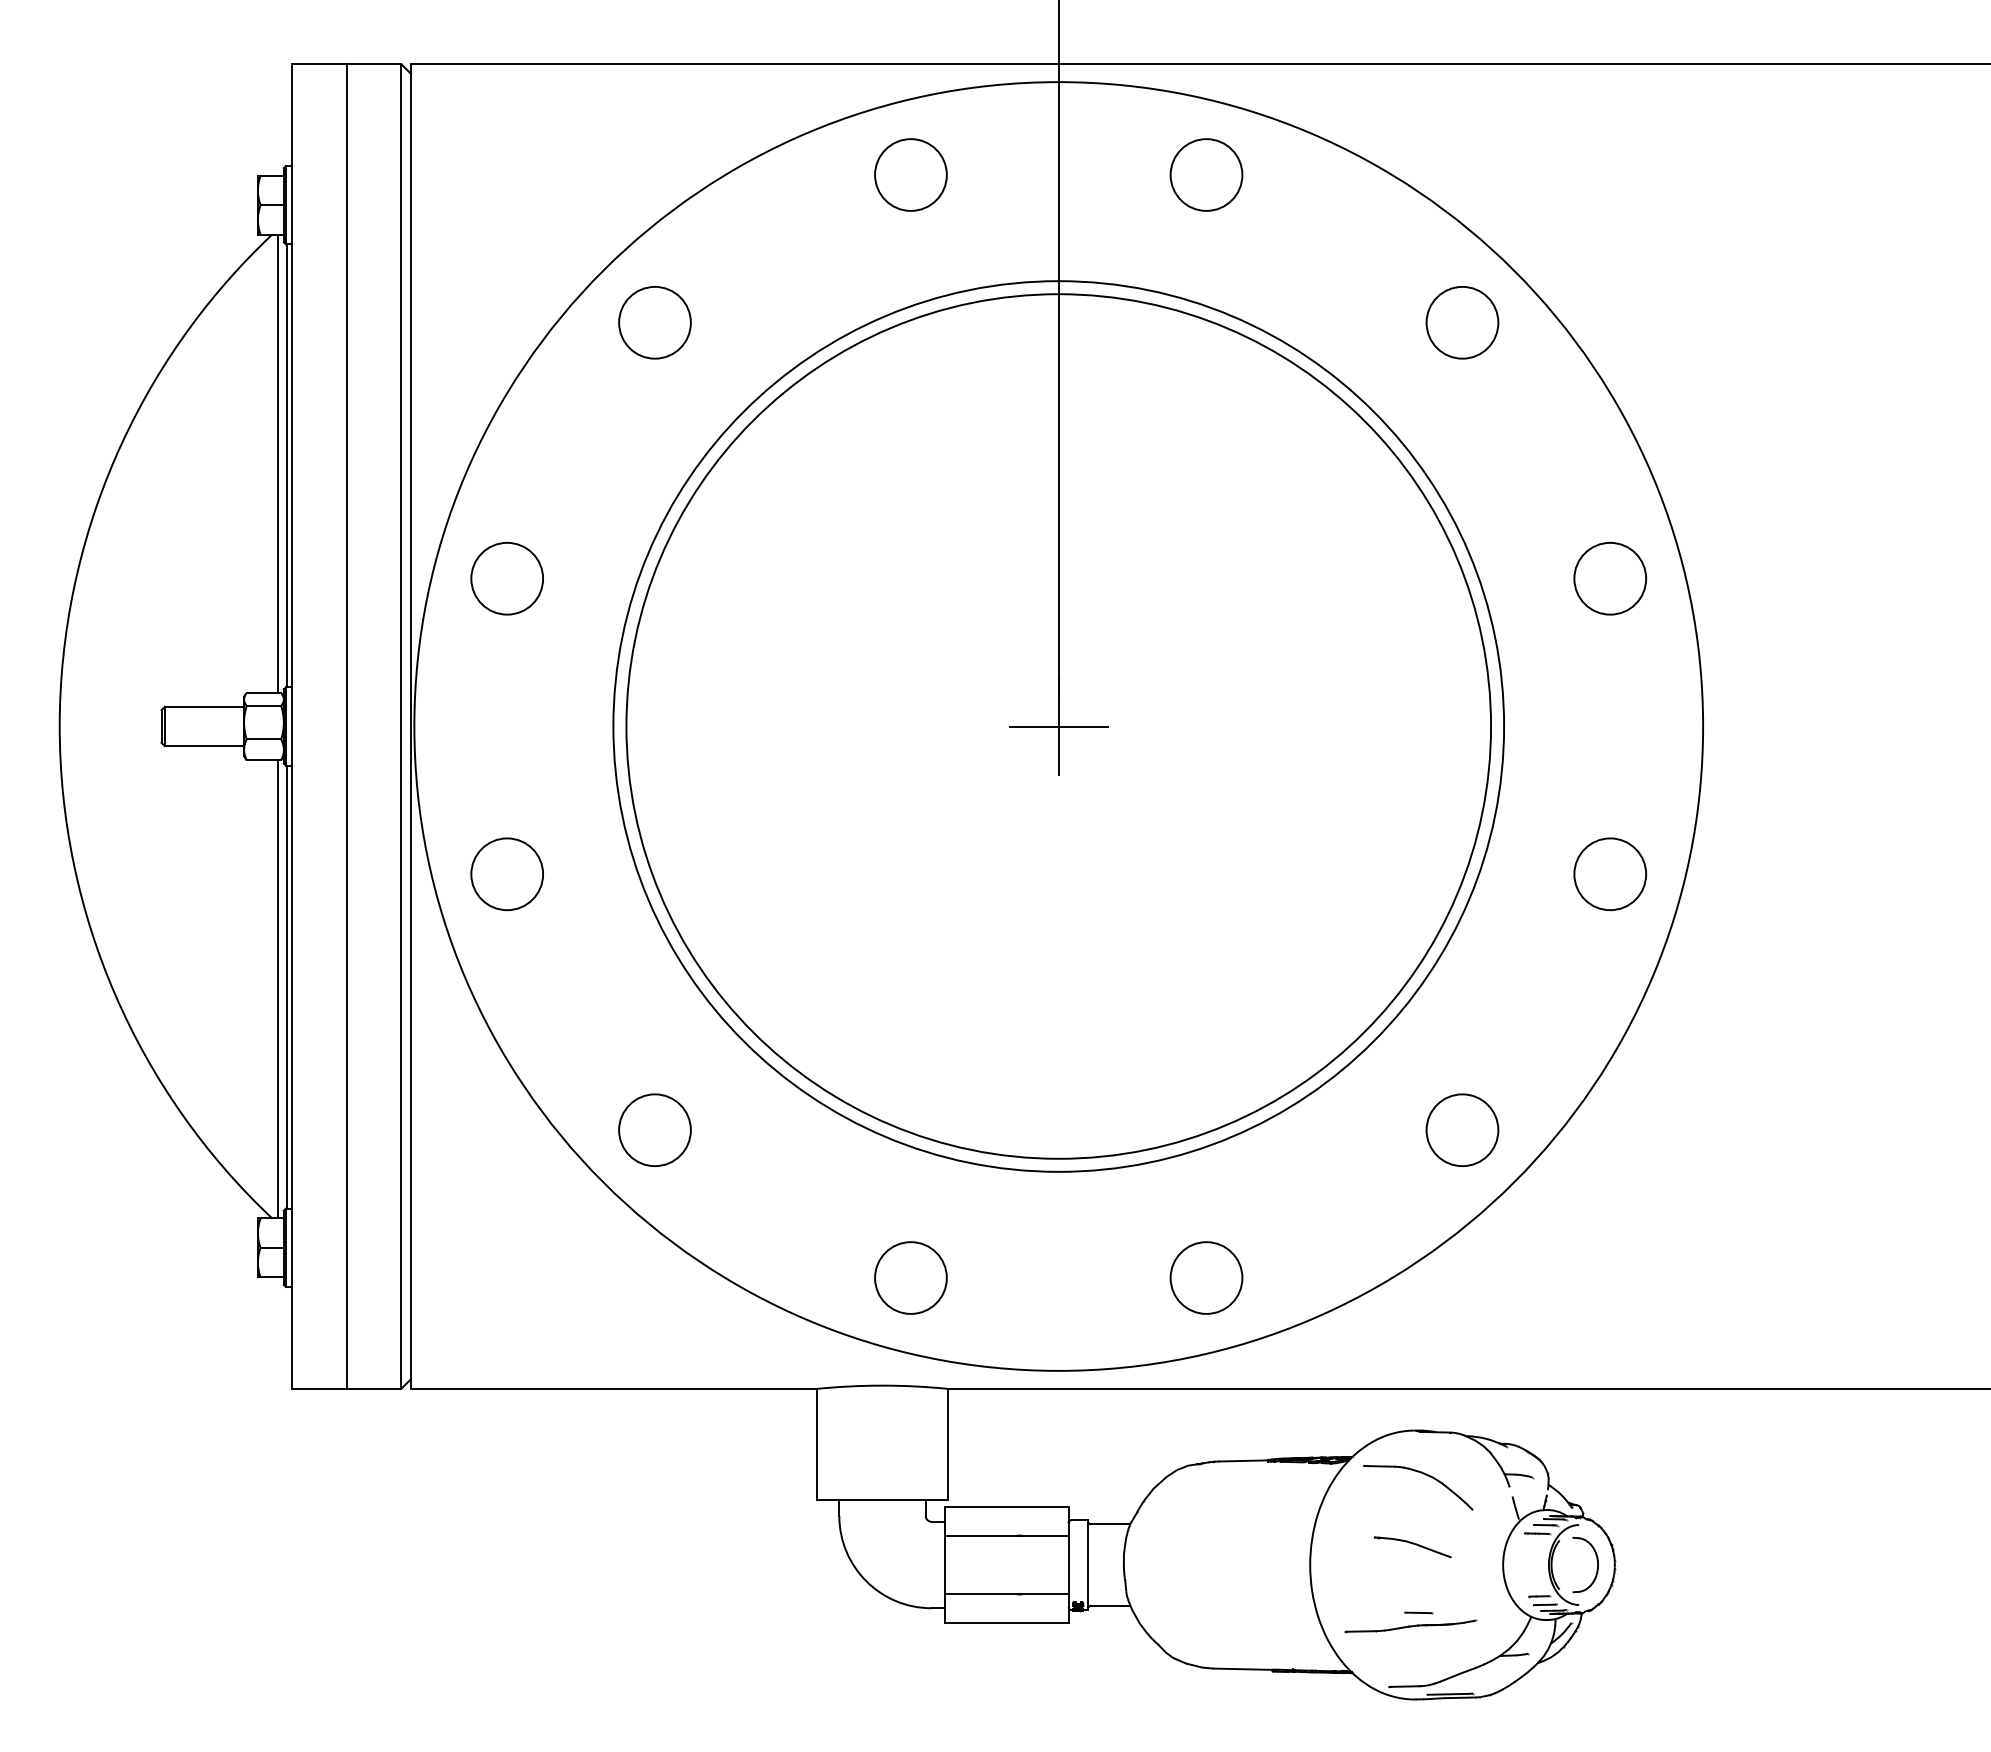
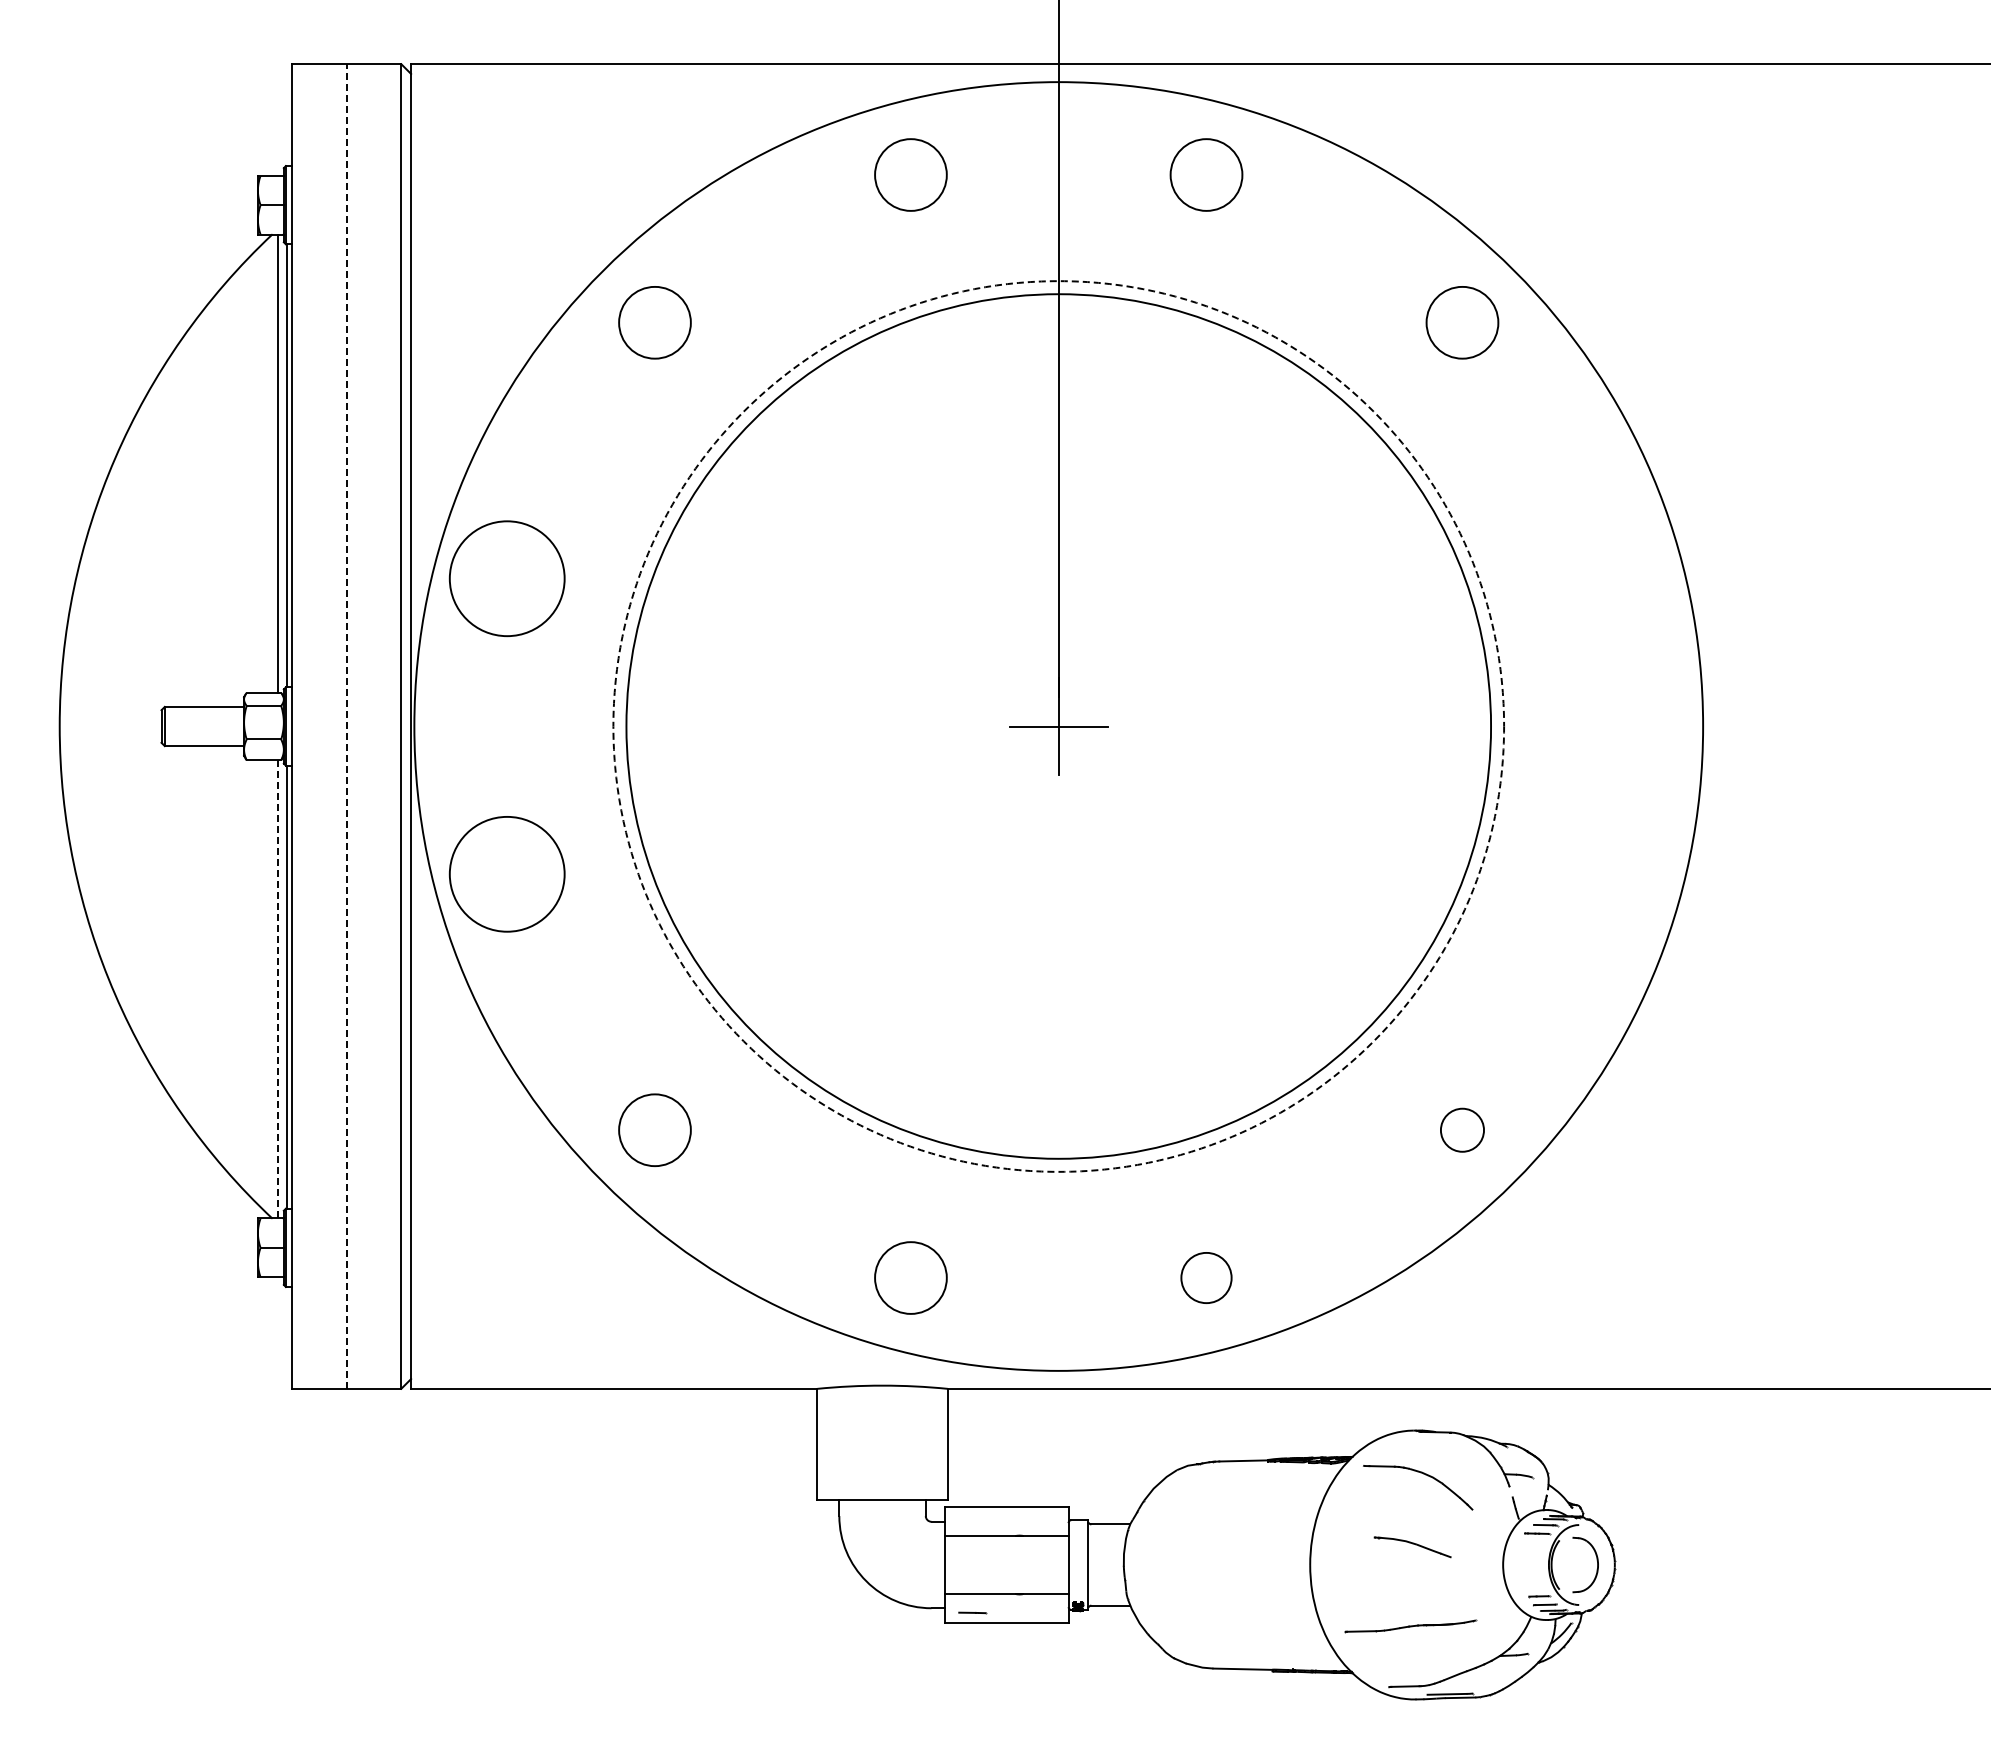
circle at (507, 578) diameter: 72 px -> 115 px
circle at (1609, 578): present -> none
line at (347, 726): solid -> dashed
circle at (1058, 726): solid -> dashed
circle at (507, 874) diameter: 72 px -> 115 px
circle at (1609, 874): present -> none
line at (278, 988): solid -> dashed
circle at (1462, 1130) diameter: 72 px -> 43 px
circle at (1206, 1277) size: 75x74 px -> 53x52 px
line at (1418, 1612) position: (1418, 1612) -> (972, 1612)
